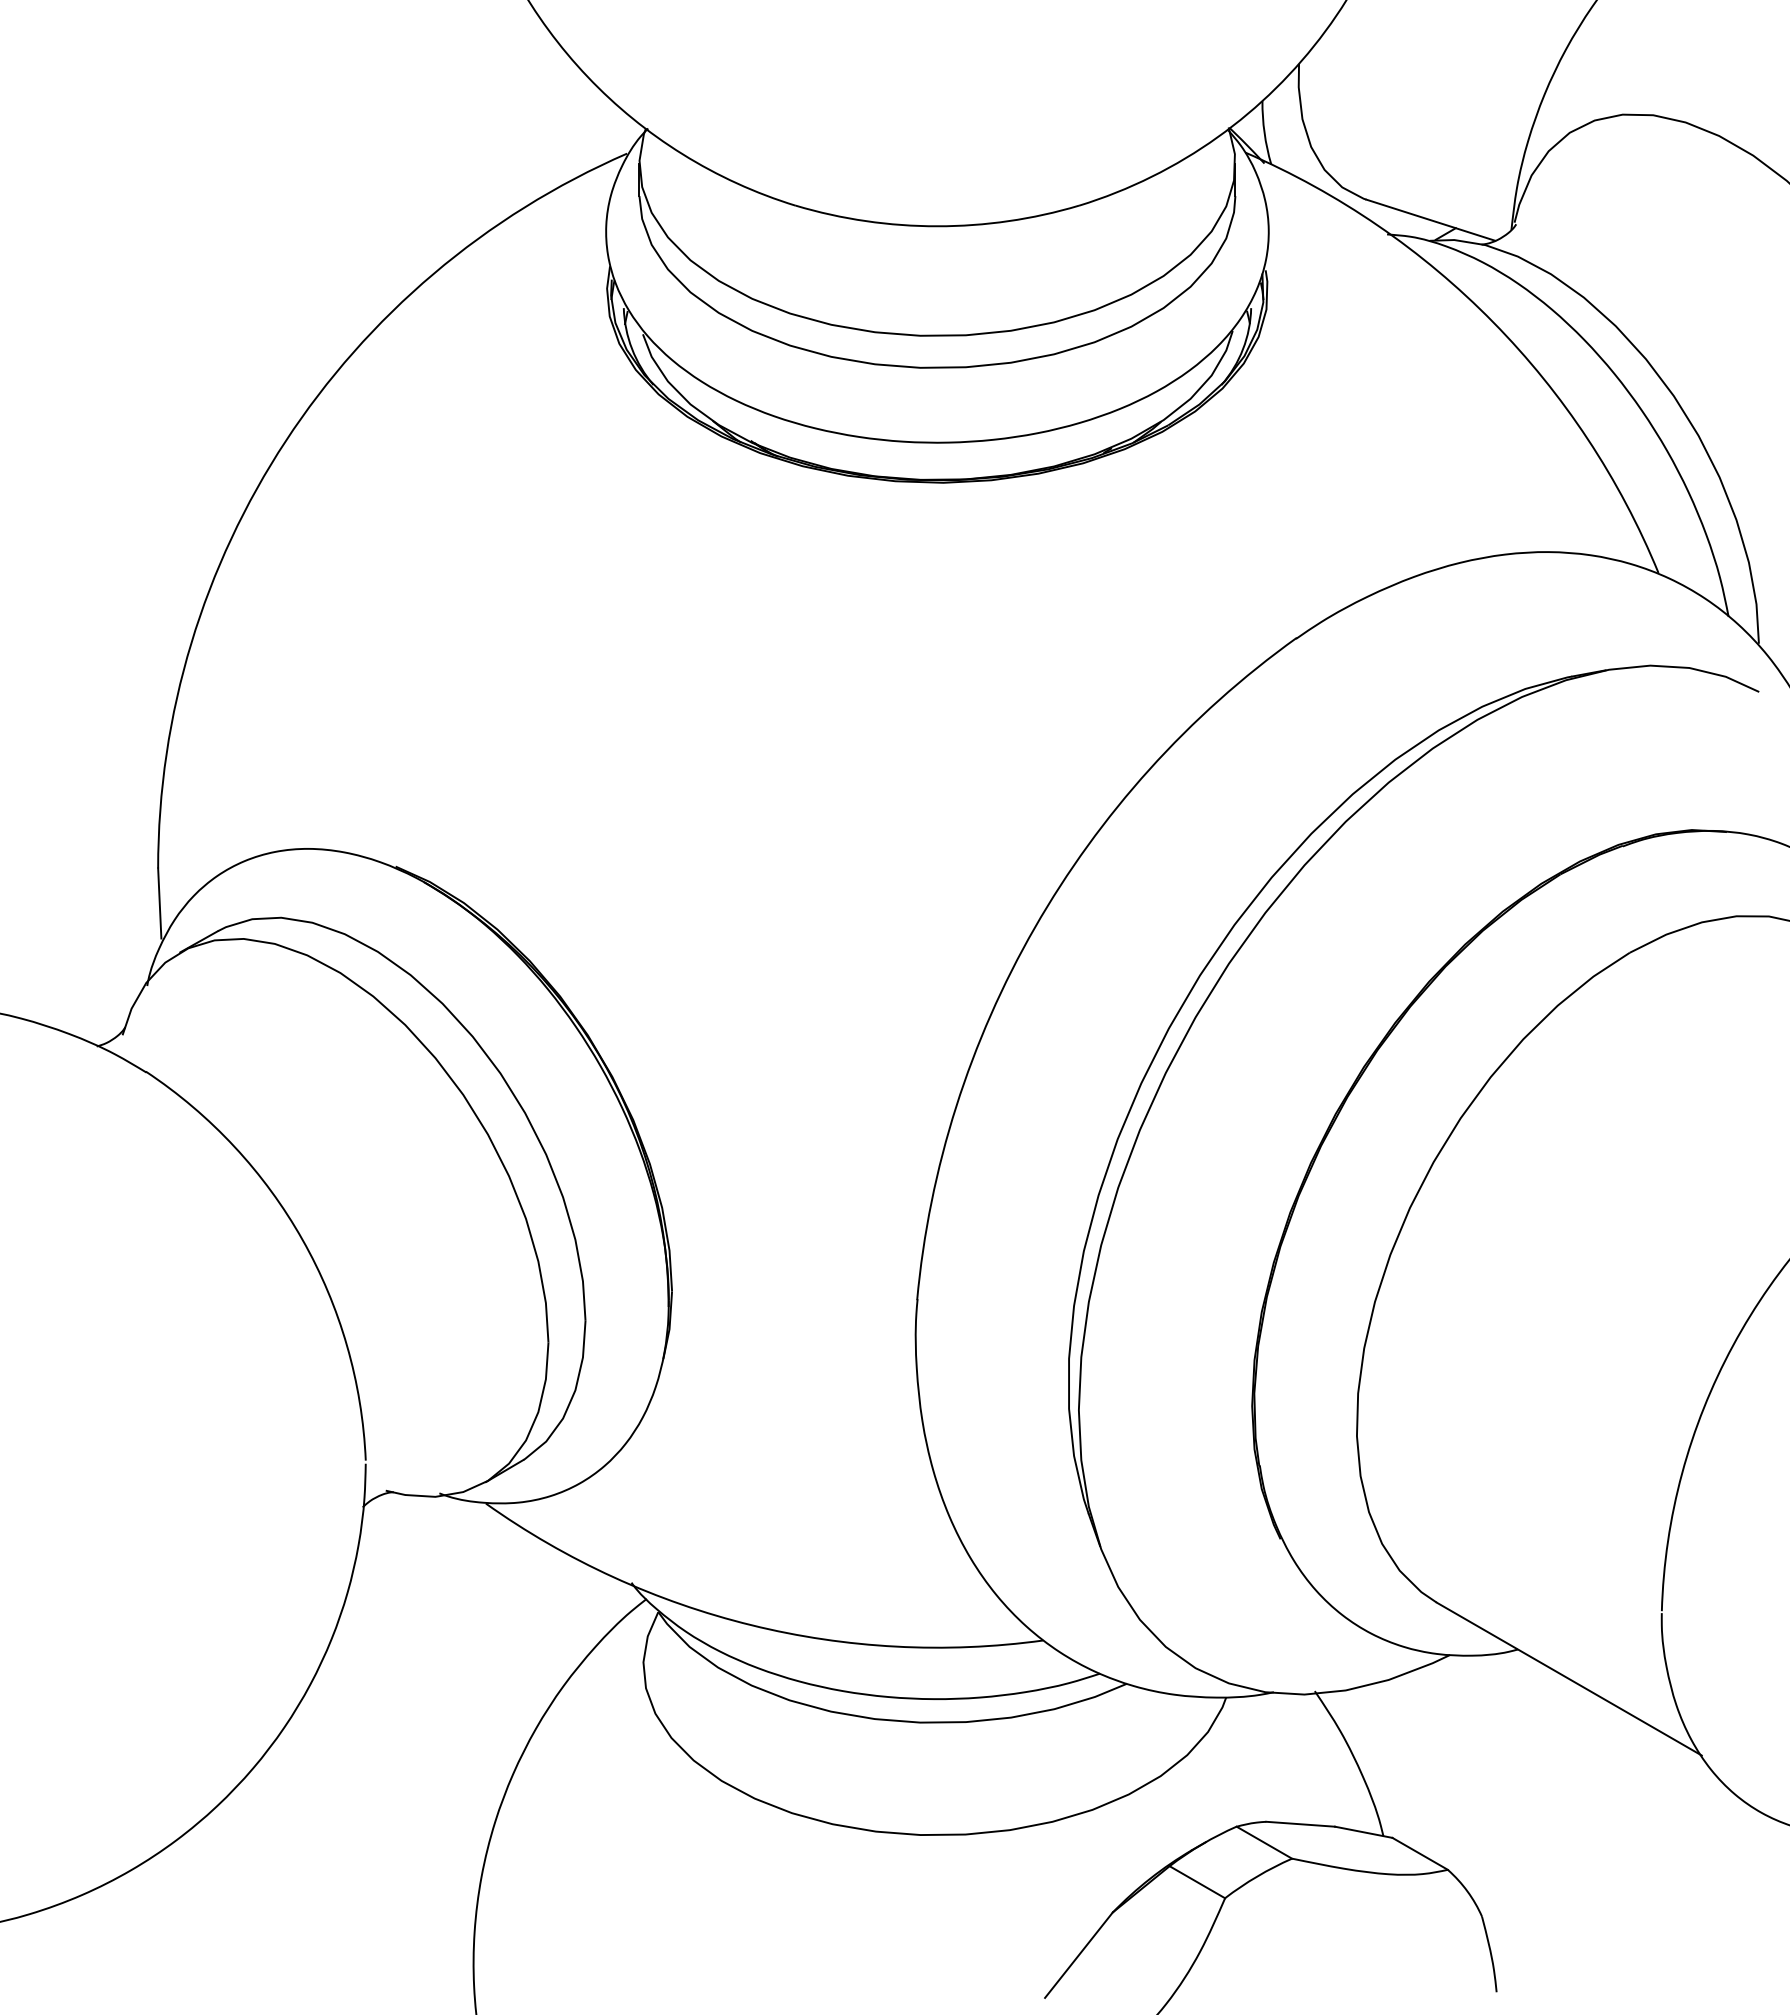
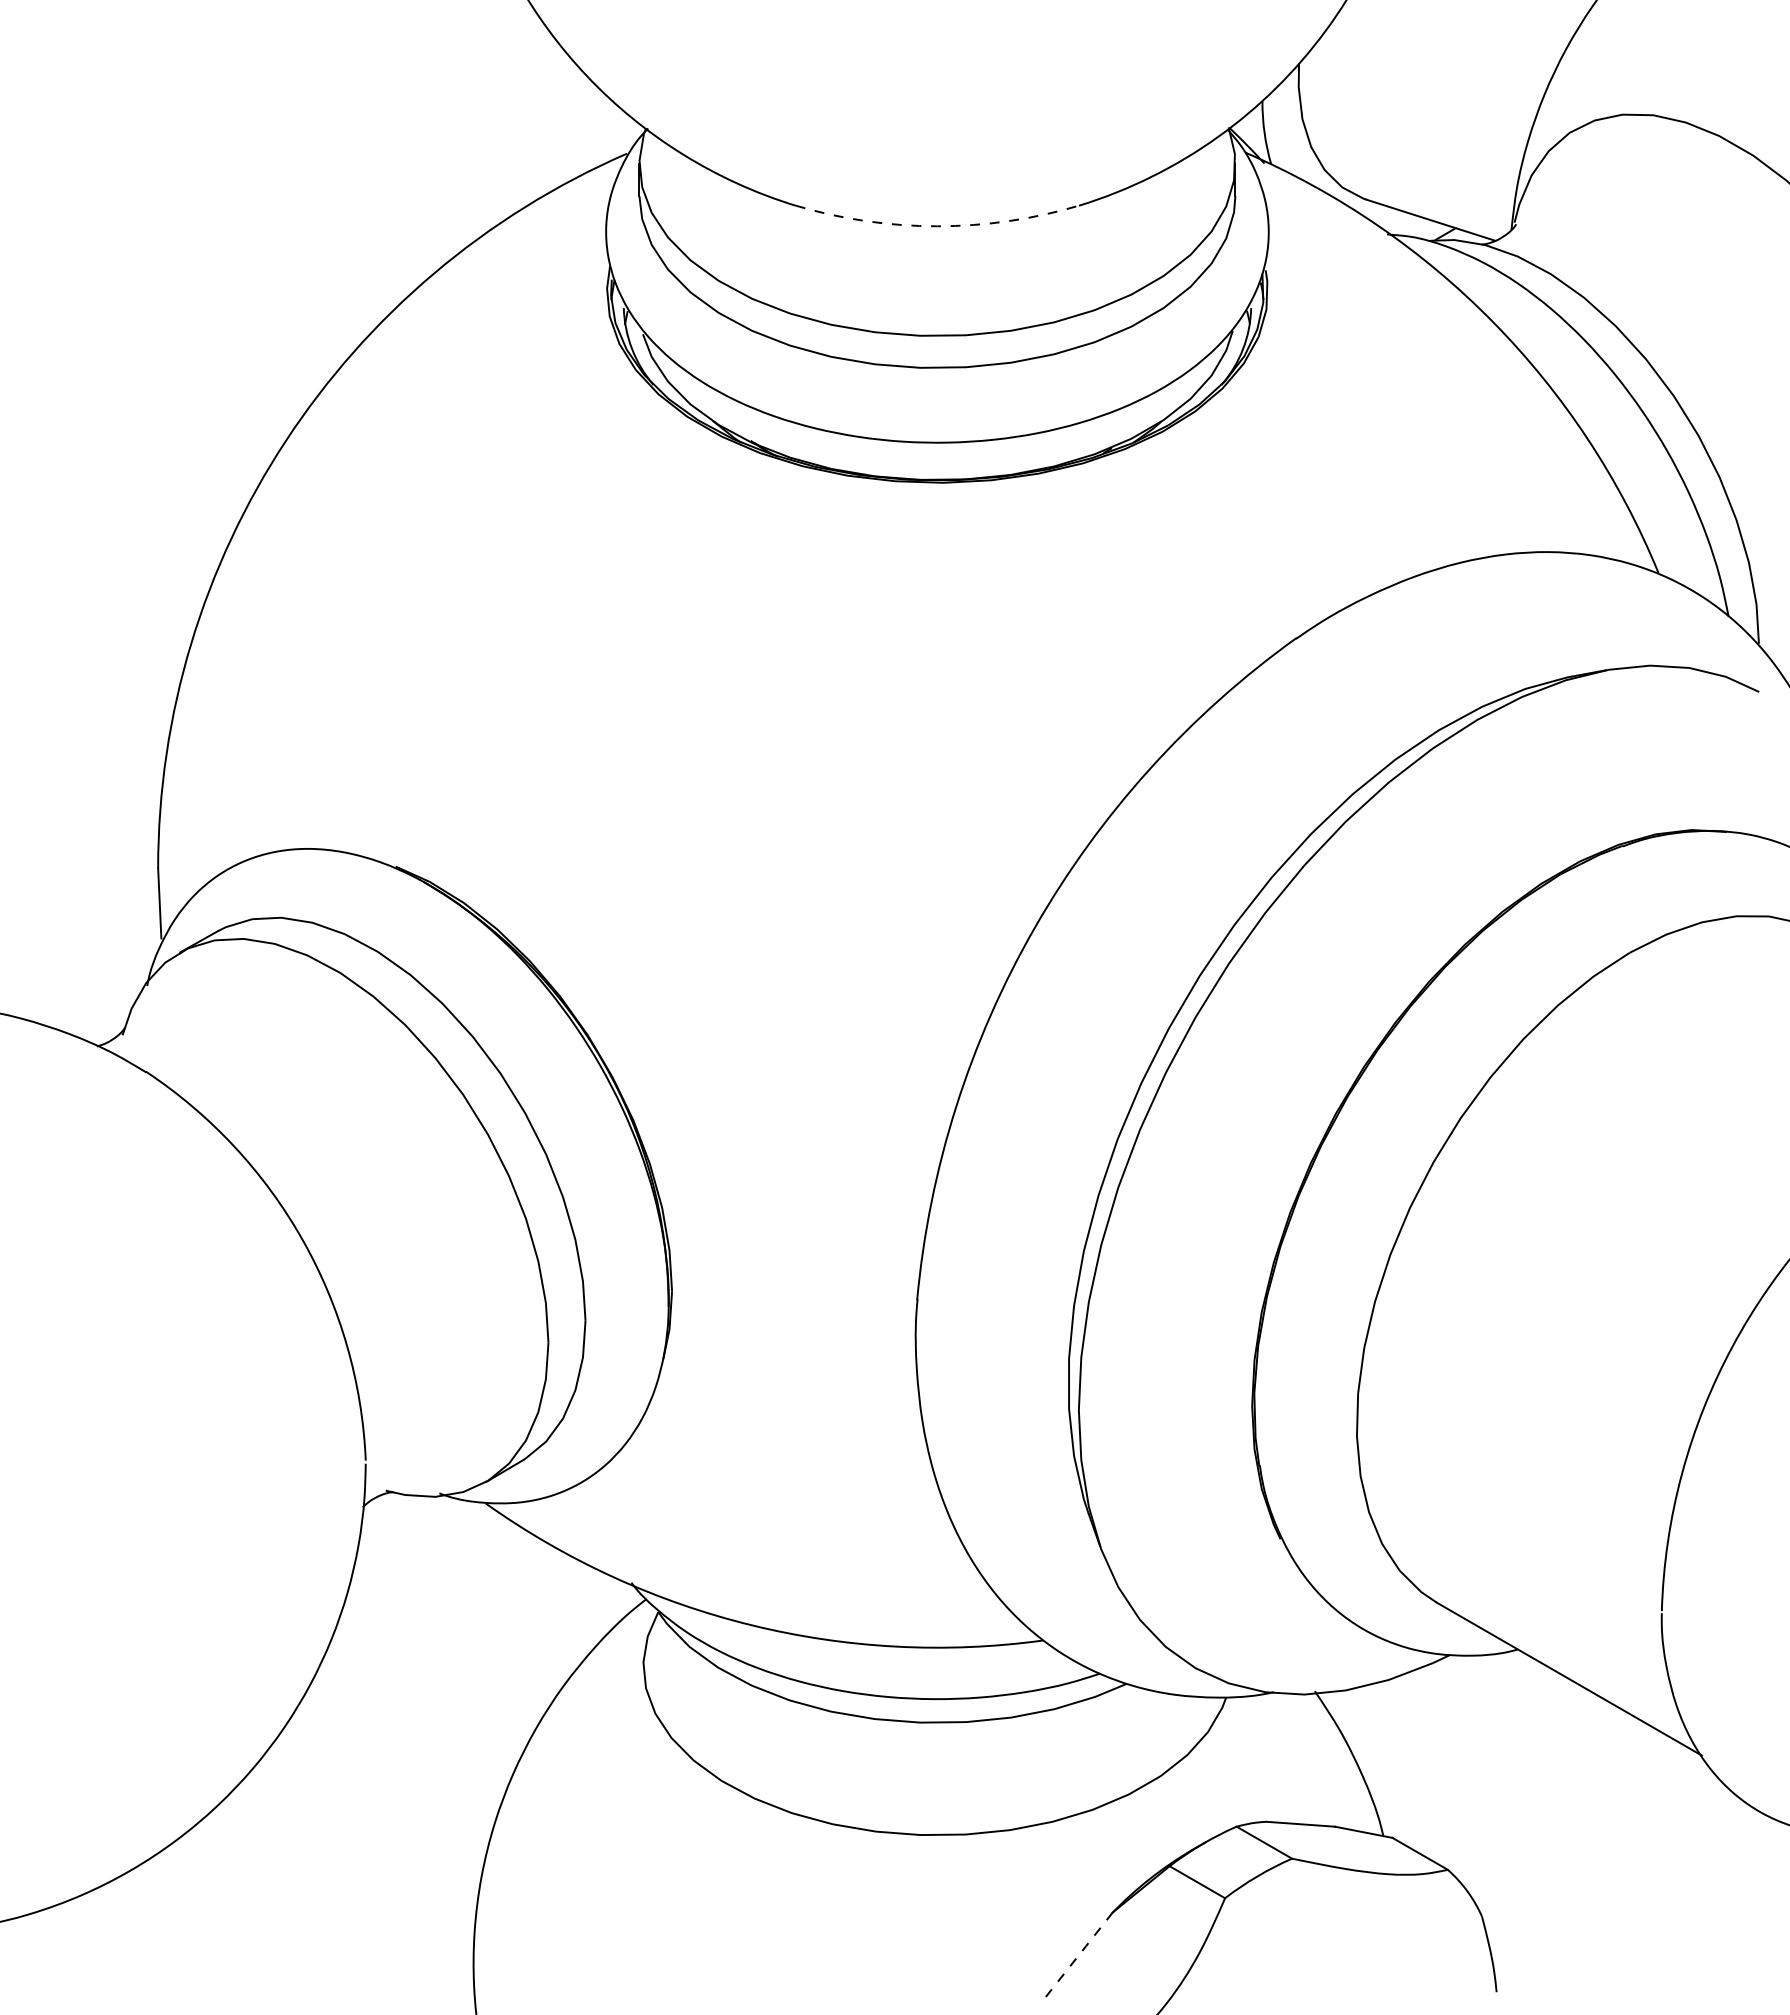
arc at (937, 226): solid -> dashed
line at (1078, 1955): solid -> dashed
